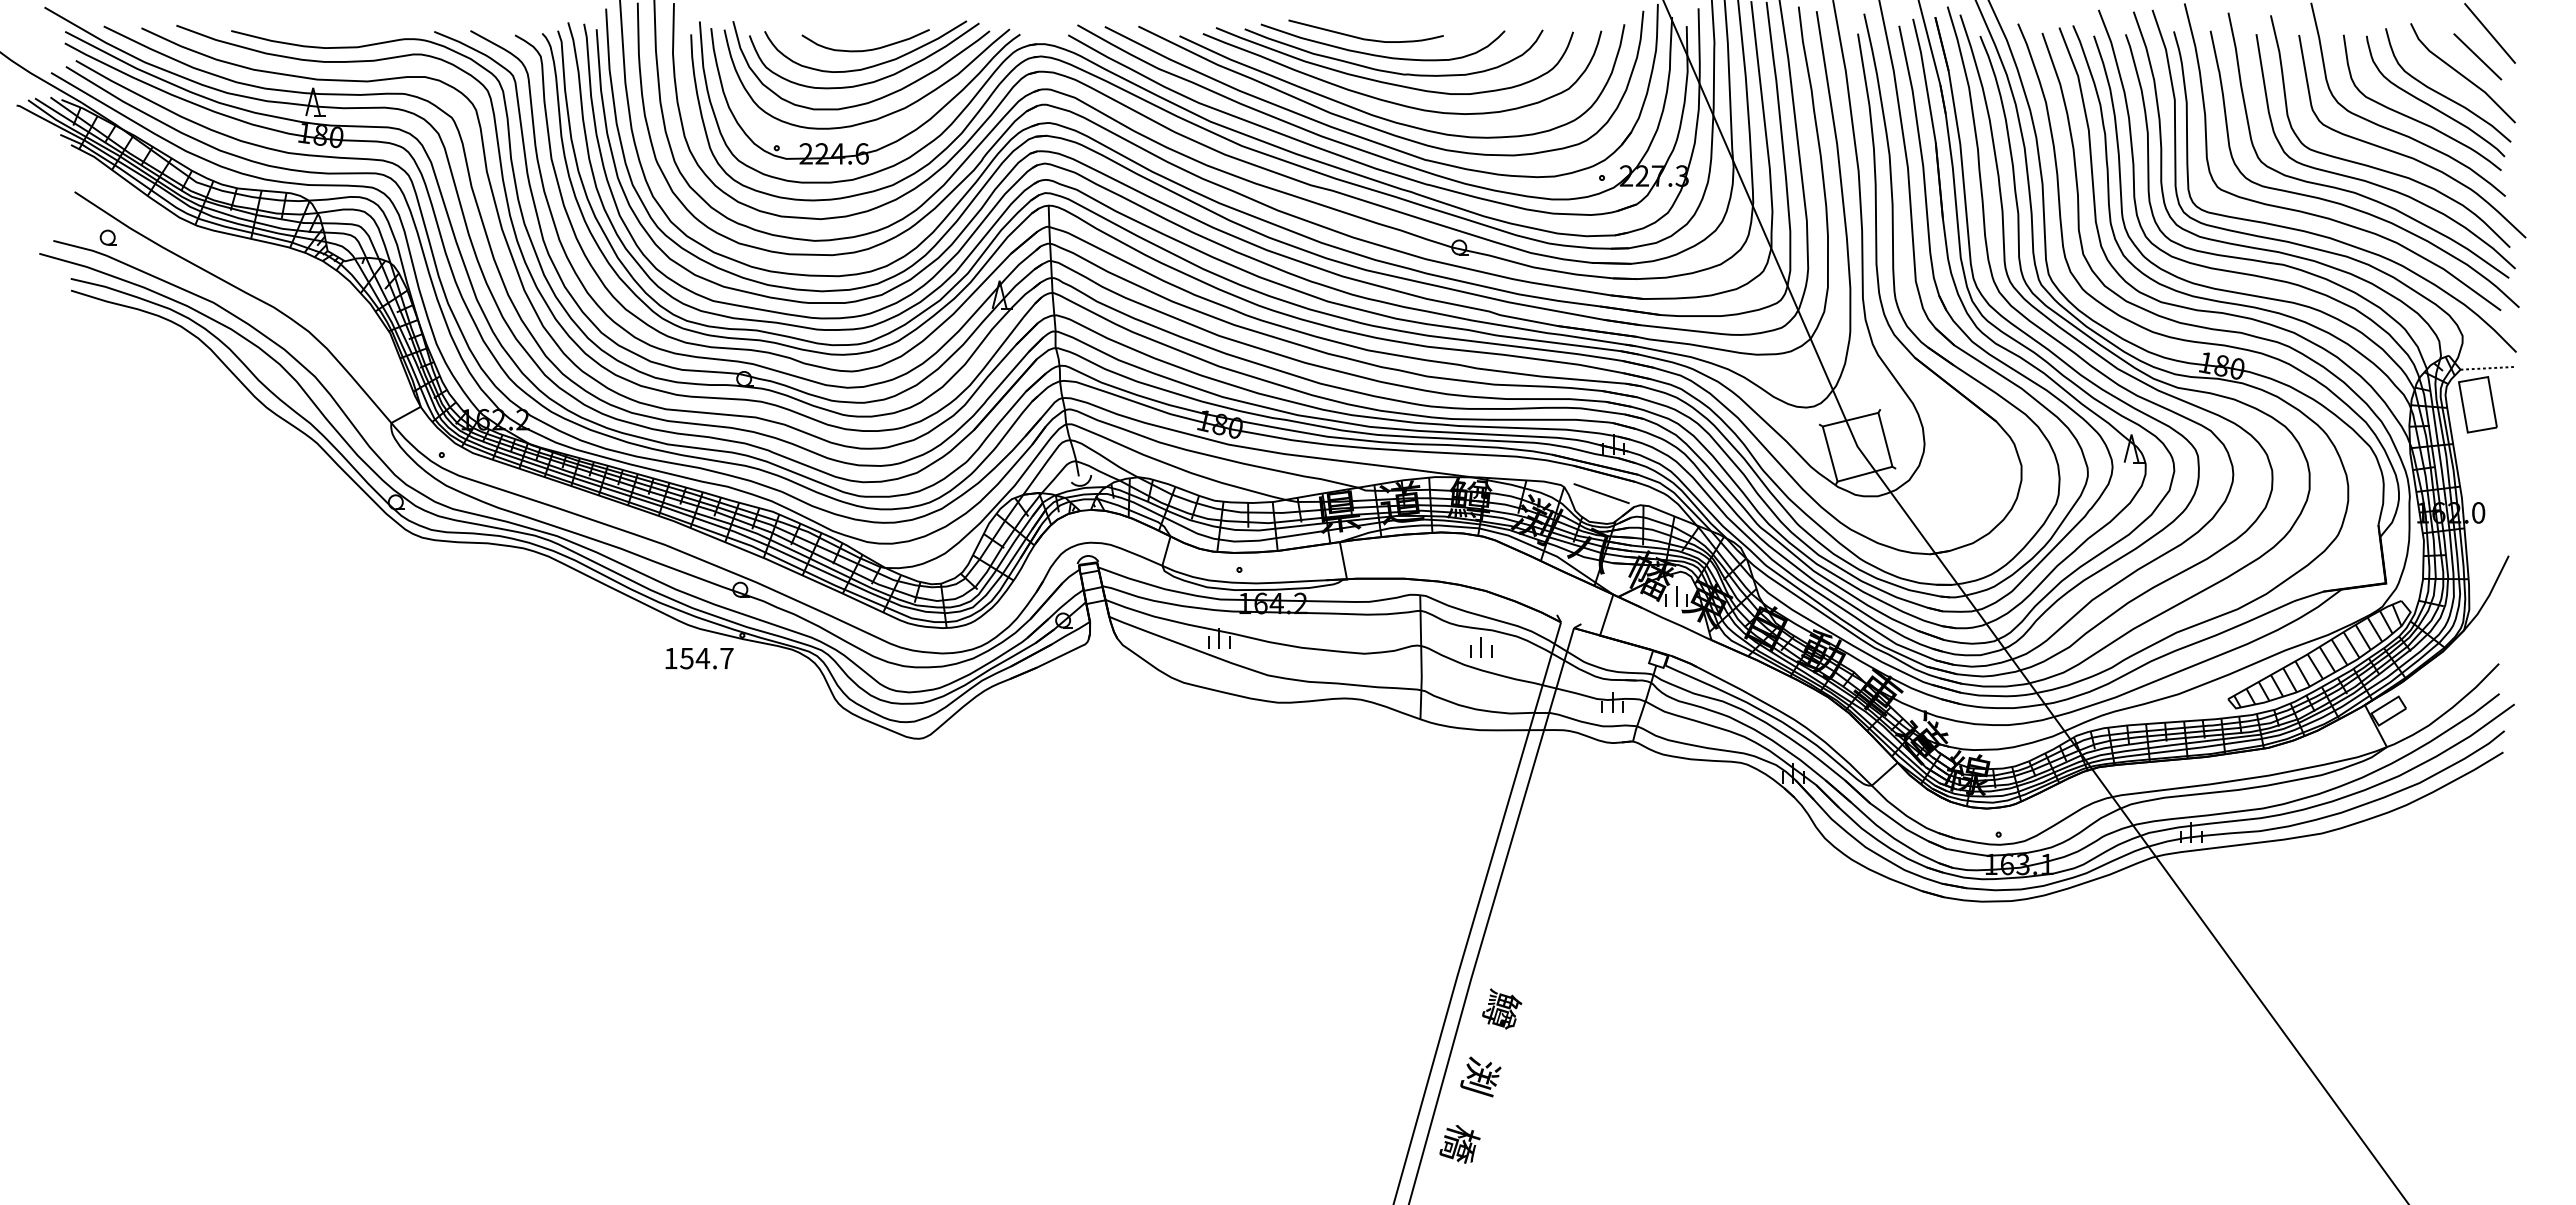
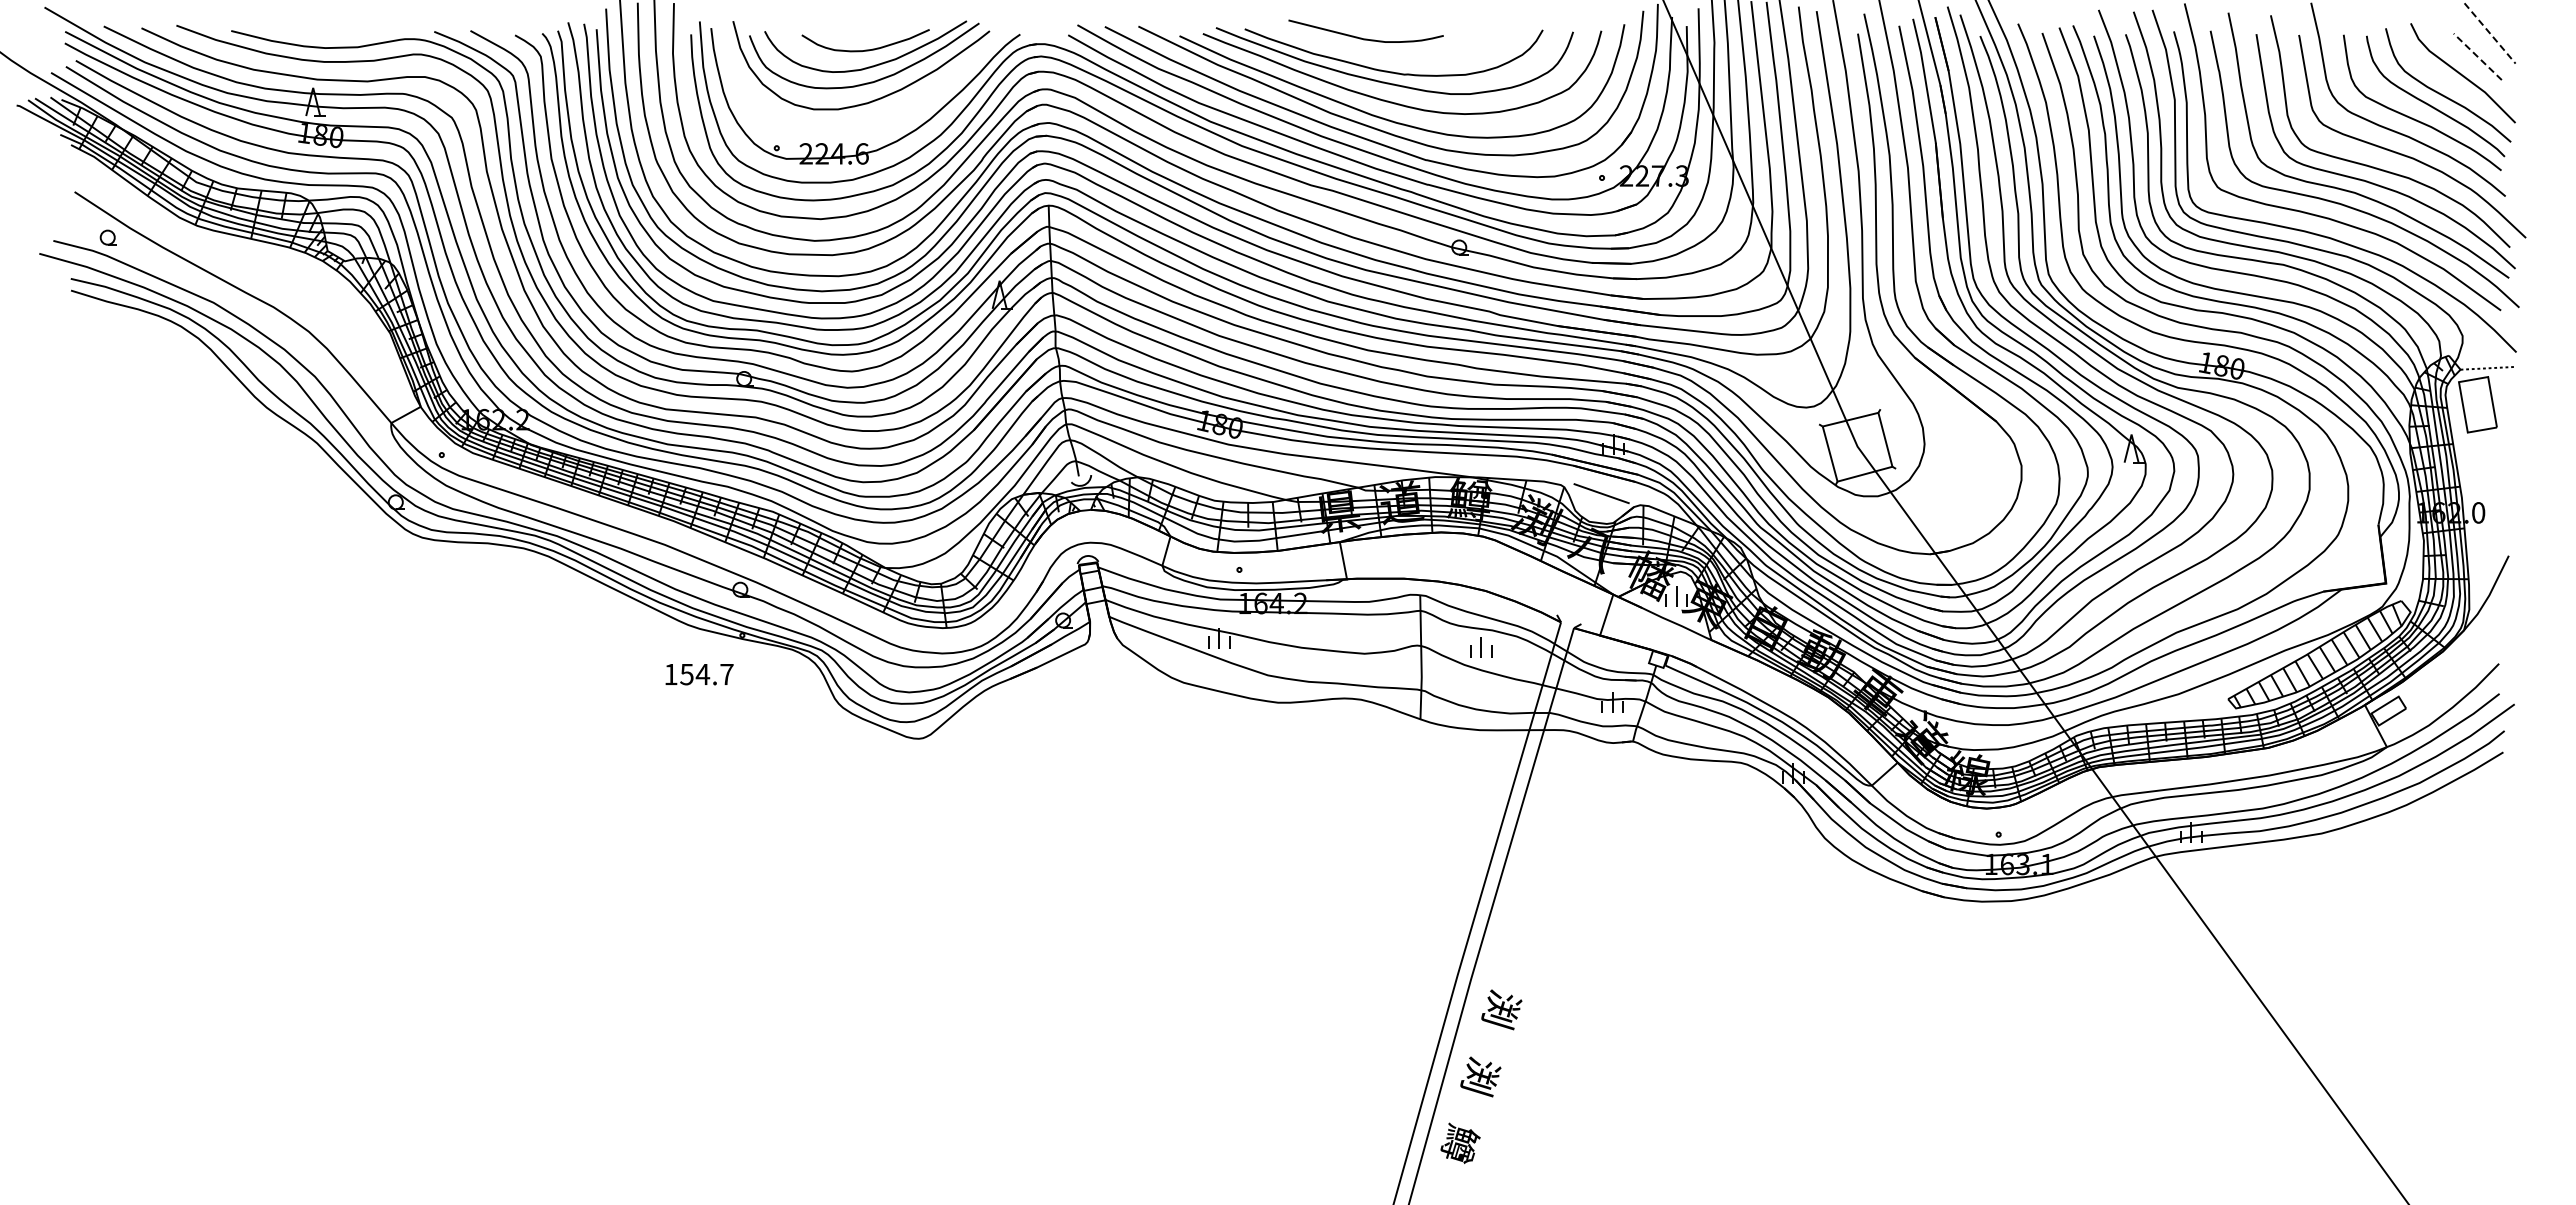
line at (2490, 33): solid -> dashed
curve at (1377, 54): present -> none
line at (2477, 56): solid -> dashed
curve at (883, 115): present -> none
text at (699, 658) position: (699, 658) -> (699, 674)
text at (1501, 1009): 鱒 -> 渕
text at (1459, 1143): 橋 -> 鱒
